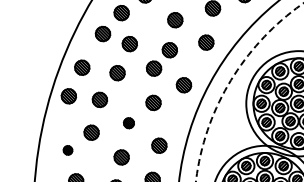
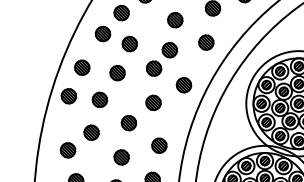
circle at (249, 92): dashed -> solid
part at (128, 123) size: 13x13 px -> 18x17 px
part at (67, 150) size: 12x11 px -> 18x17 px
